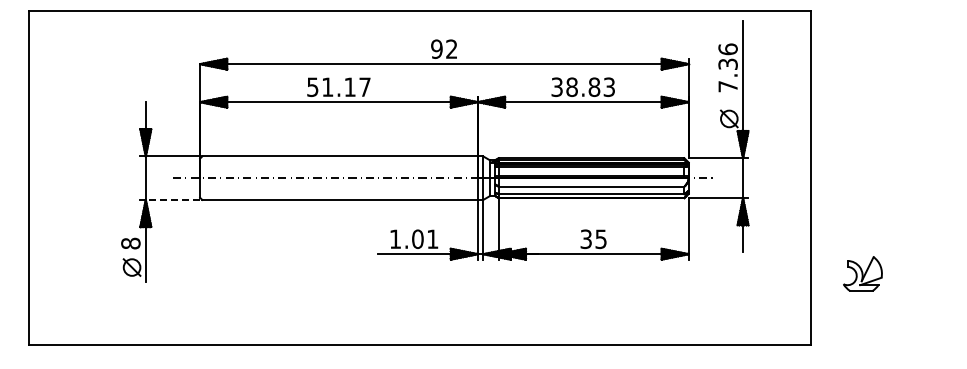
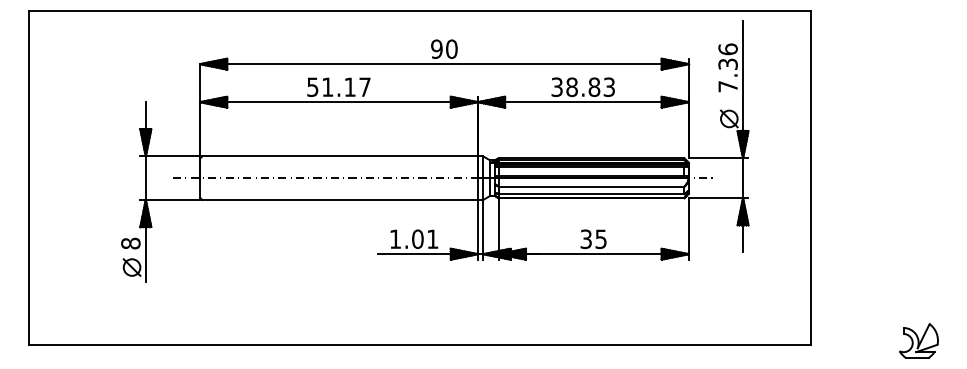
text at (451, 48): 92 -> 90
line at (172, 199): dashed -> solid
part at (862, 273) position: (862, 273) -> (918, 340)
